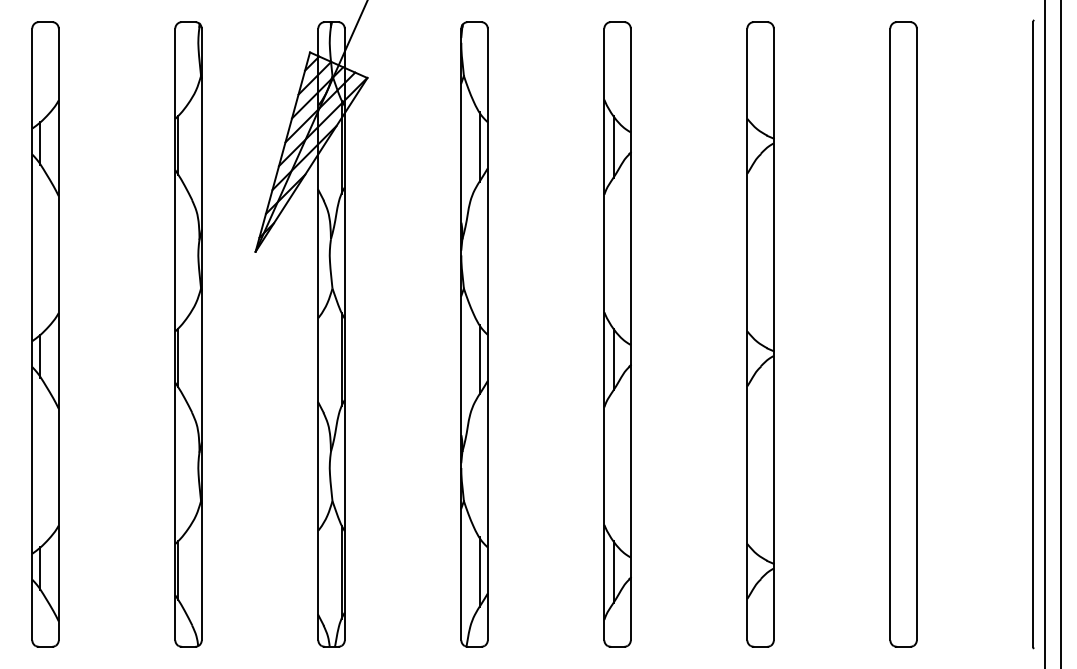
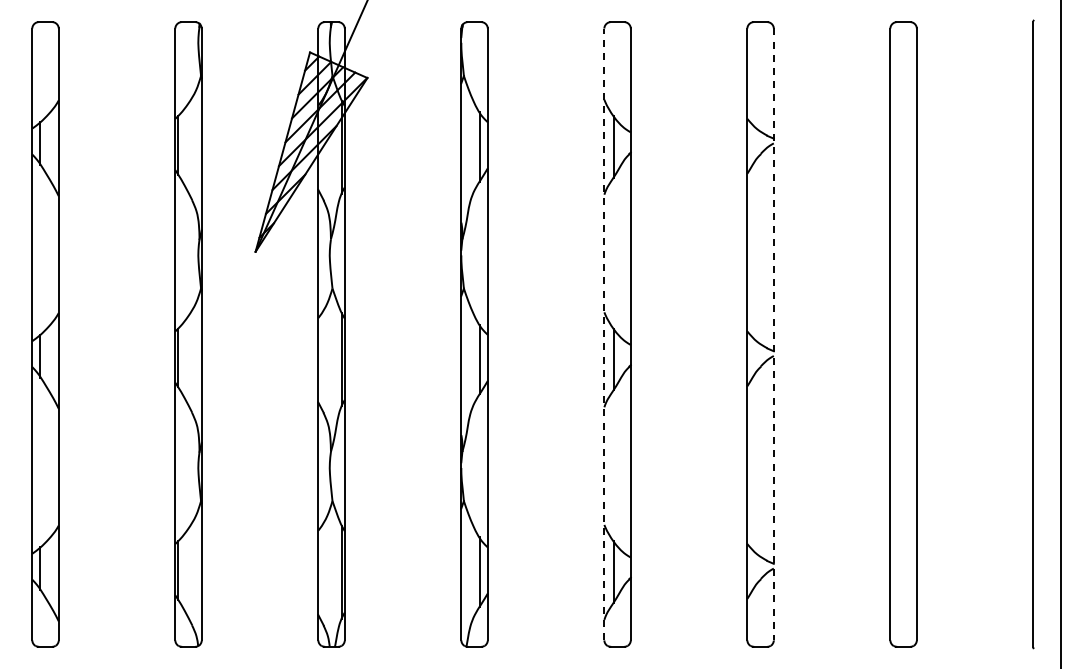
line at (1044, 333): present -> none
line at (604, 334): solid -> dashed
line at (773, 334): solid -> dashed
